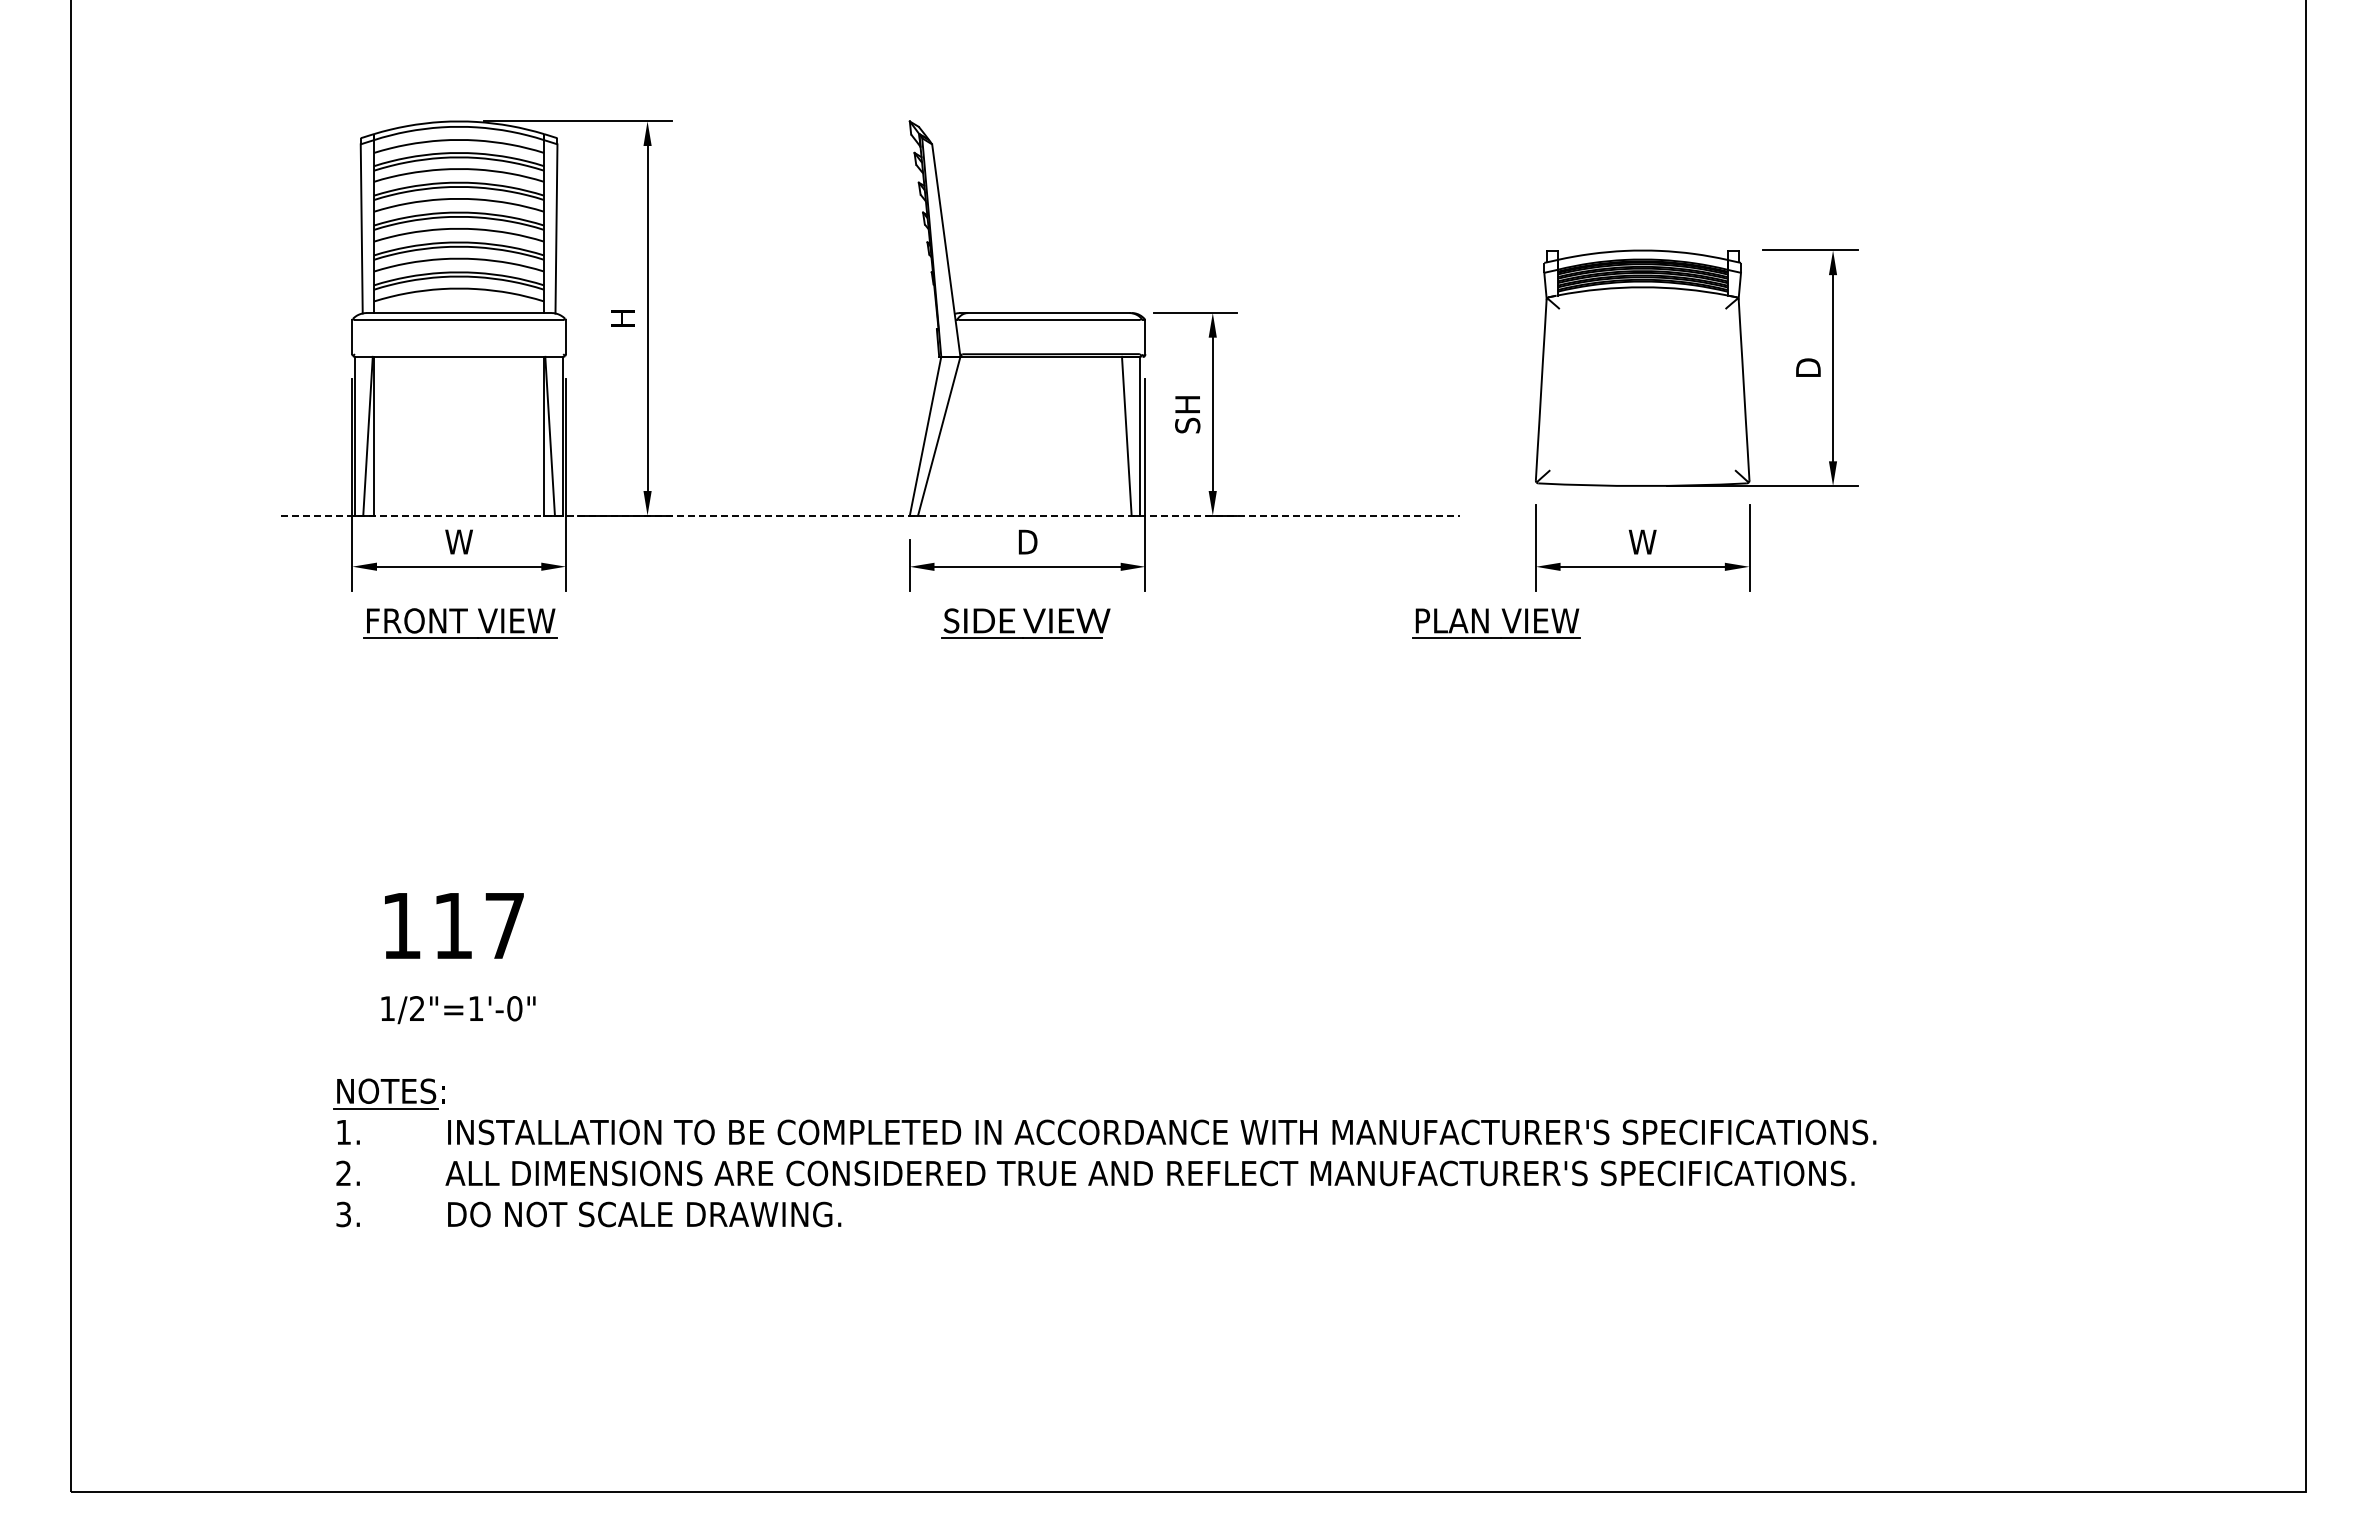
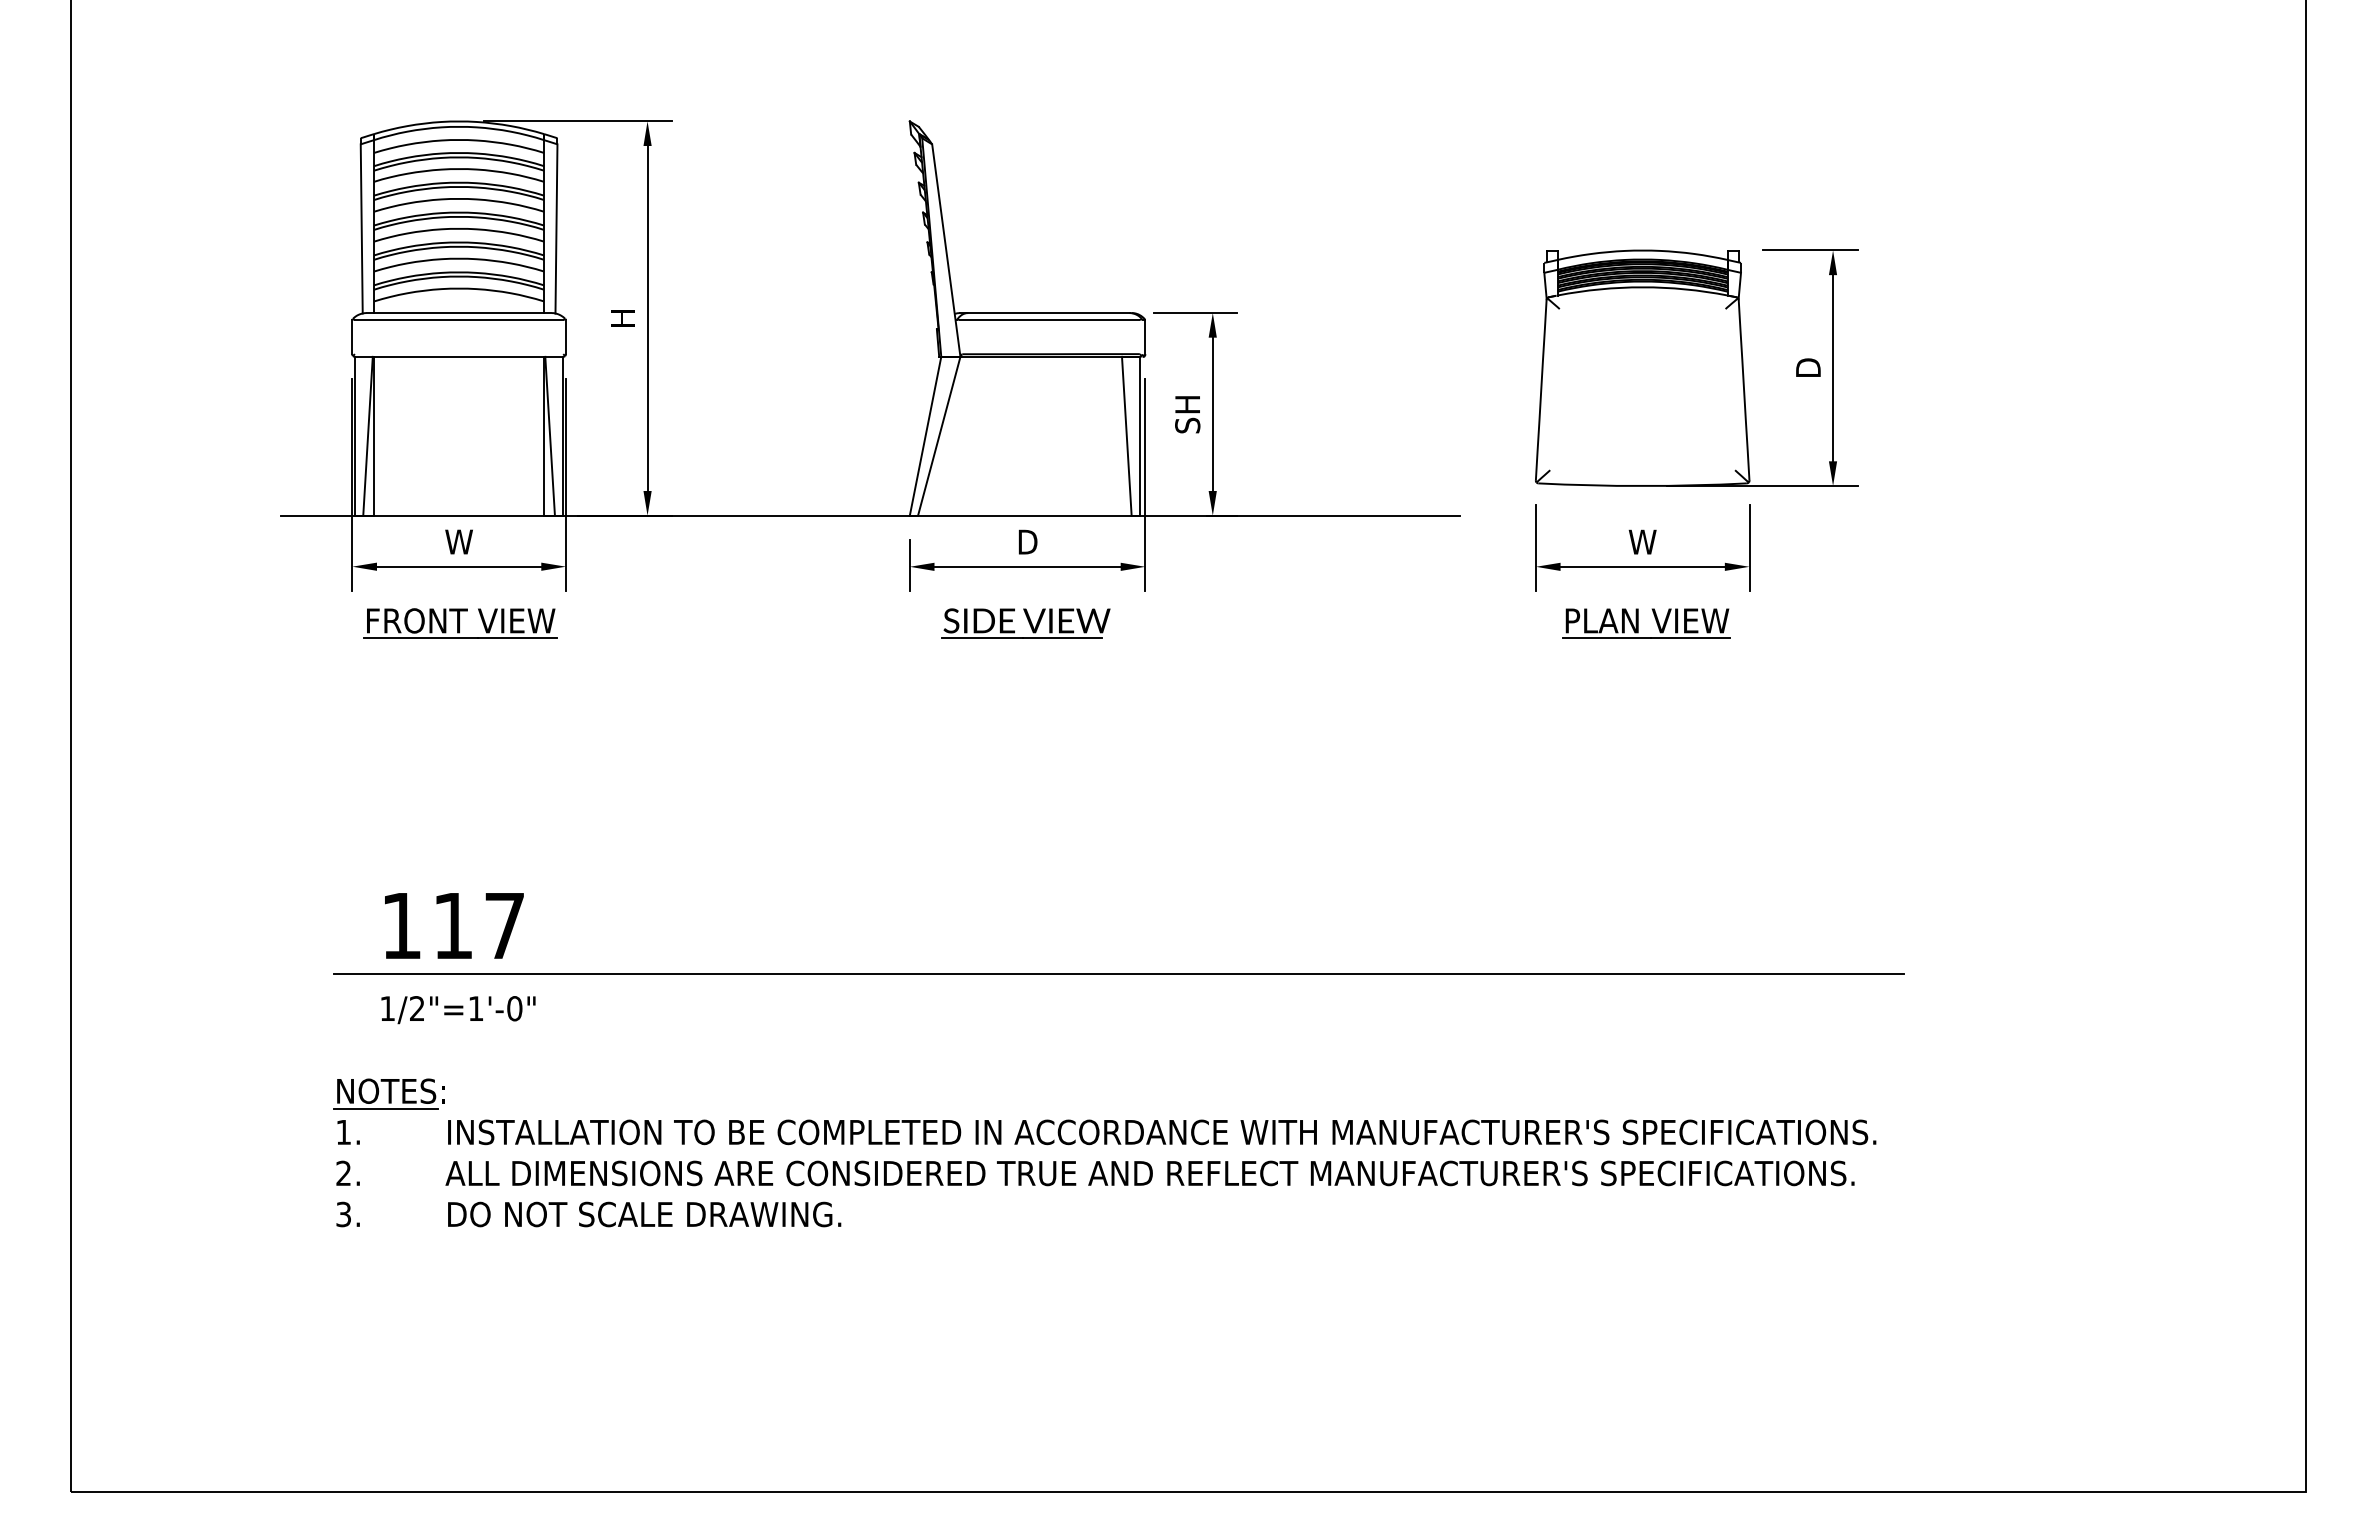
line at (870, 515): dashed -> solid
part at (1488, 623) position: (1488, 623) -> (1638, 623)
line at (1119, 973): none -> present
